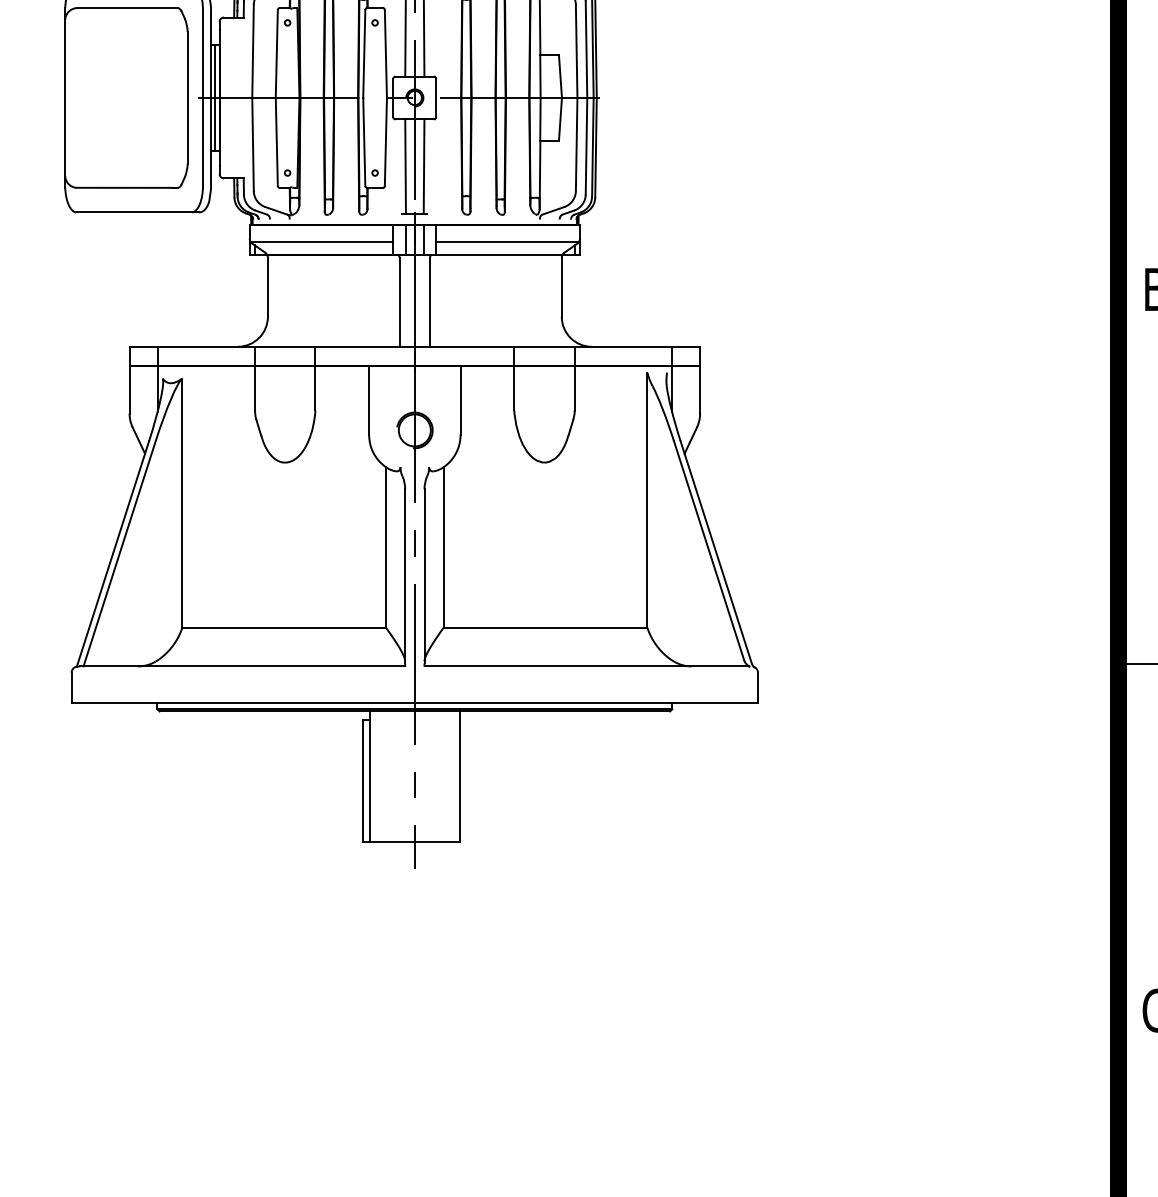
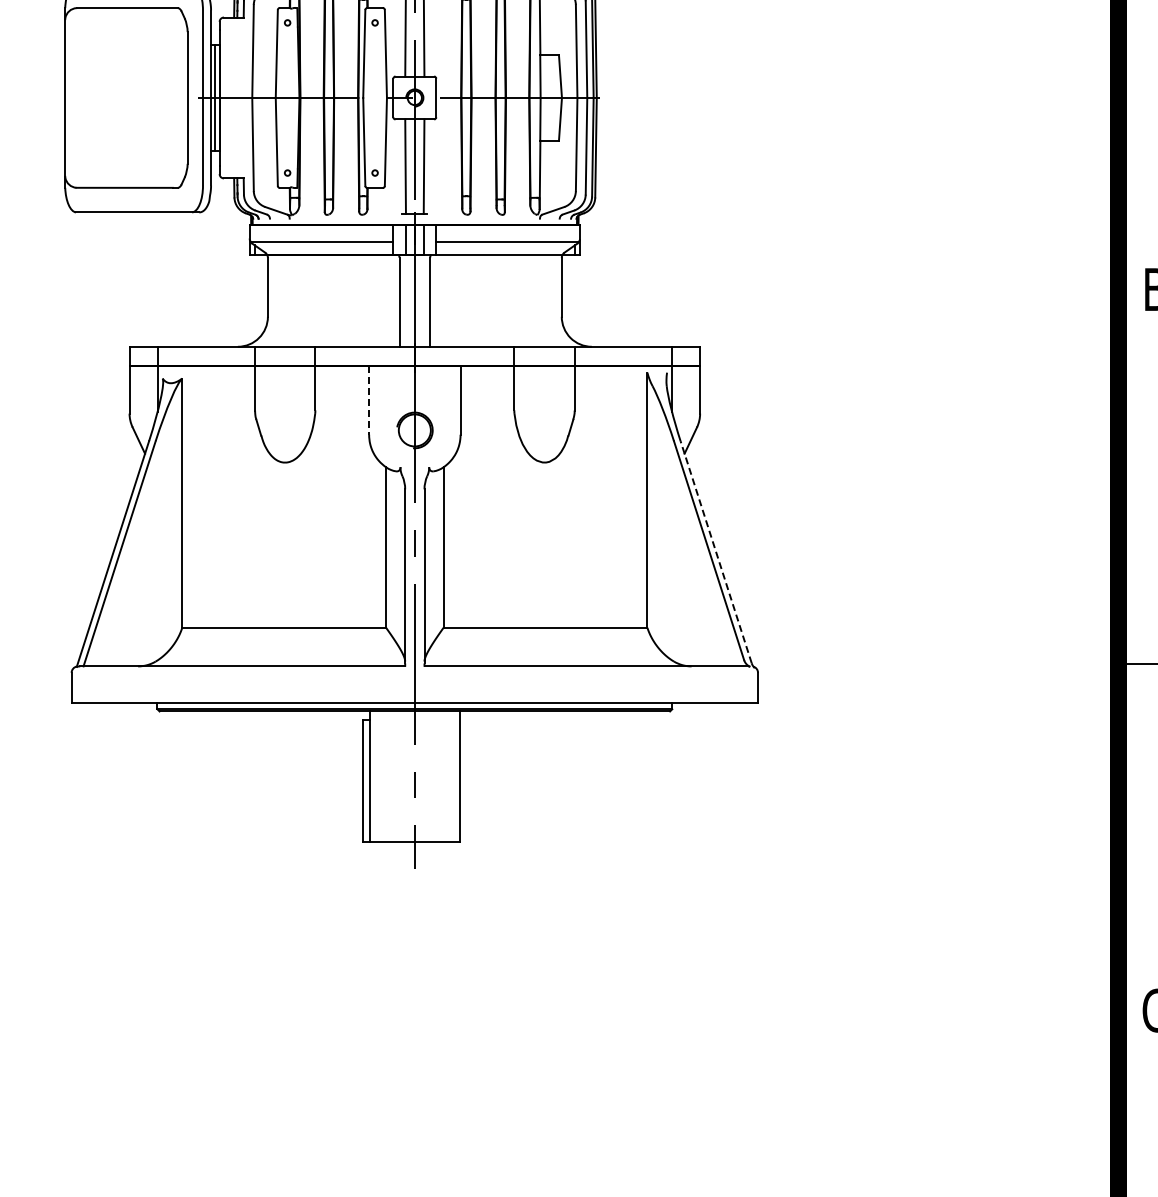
line at (369, 400): solid -> dashed
line at (716, 552): solid -> dashed
